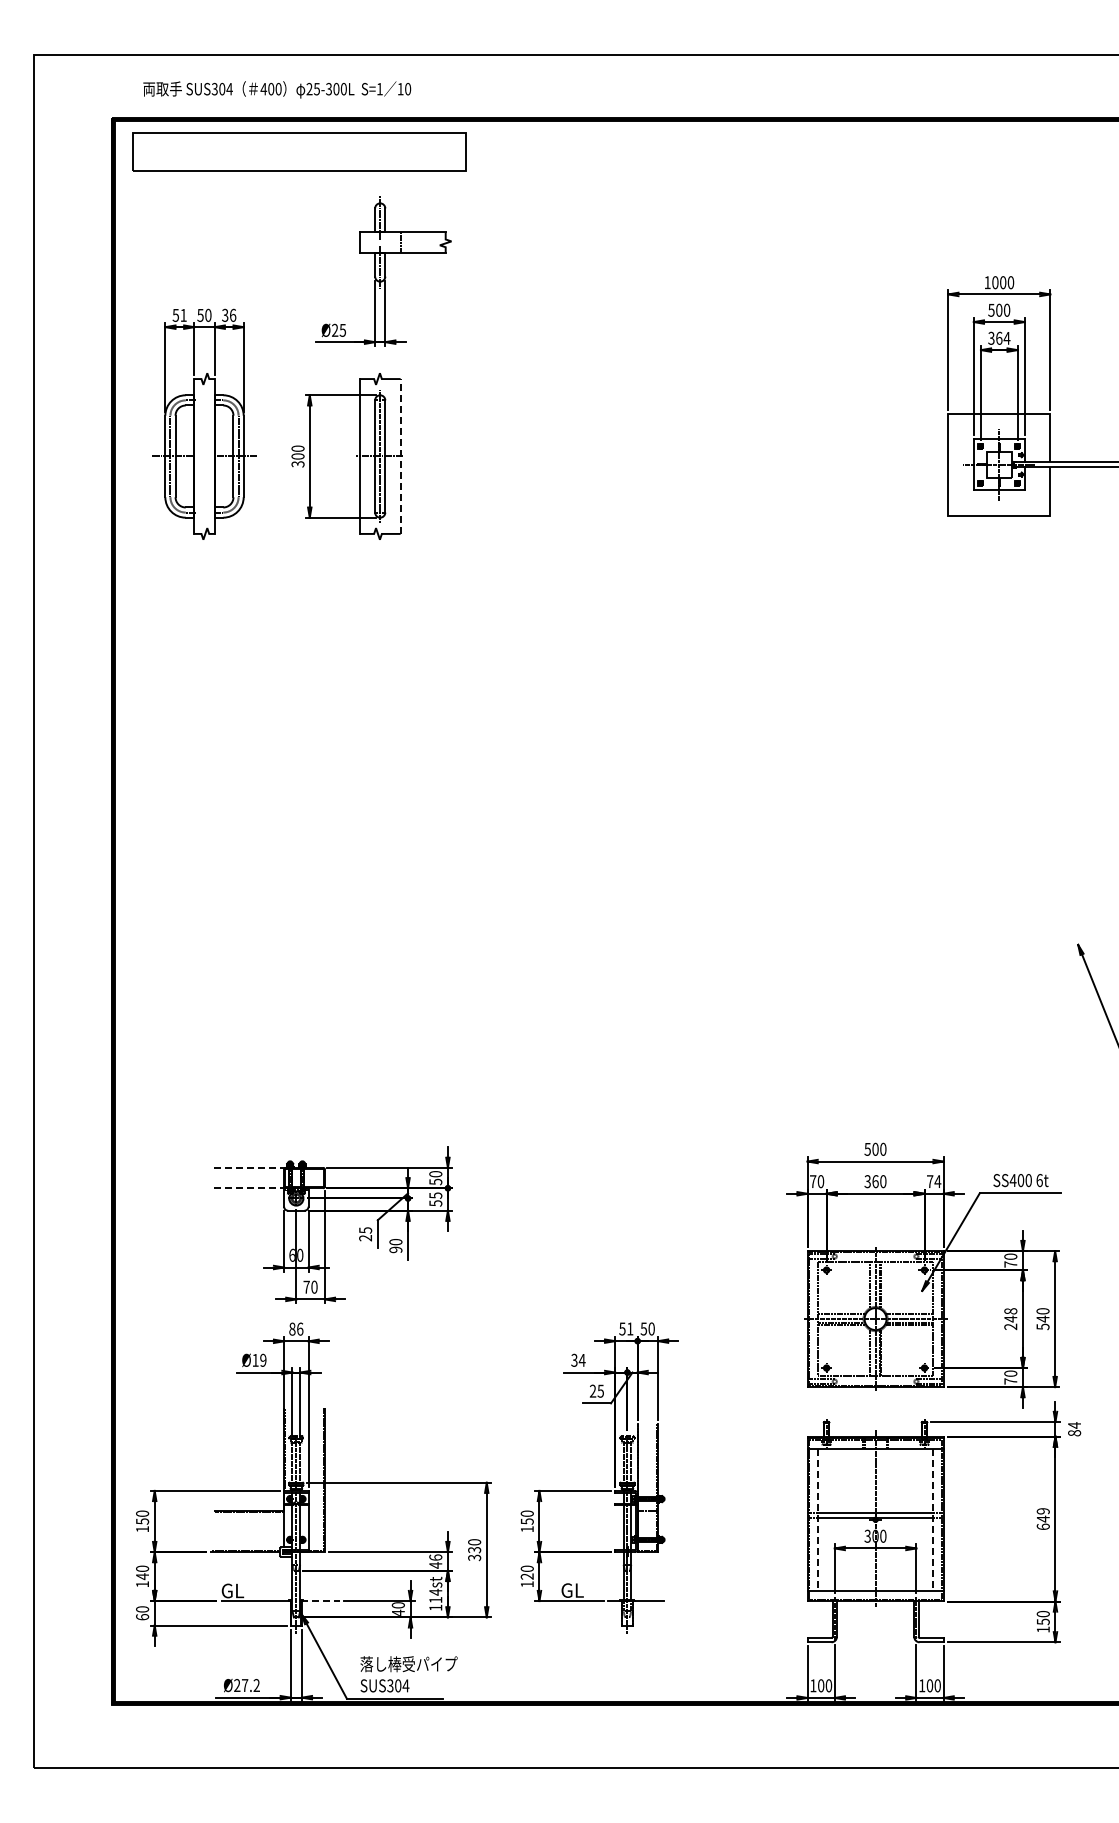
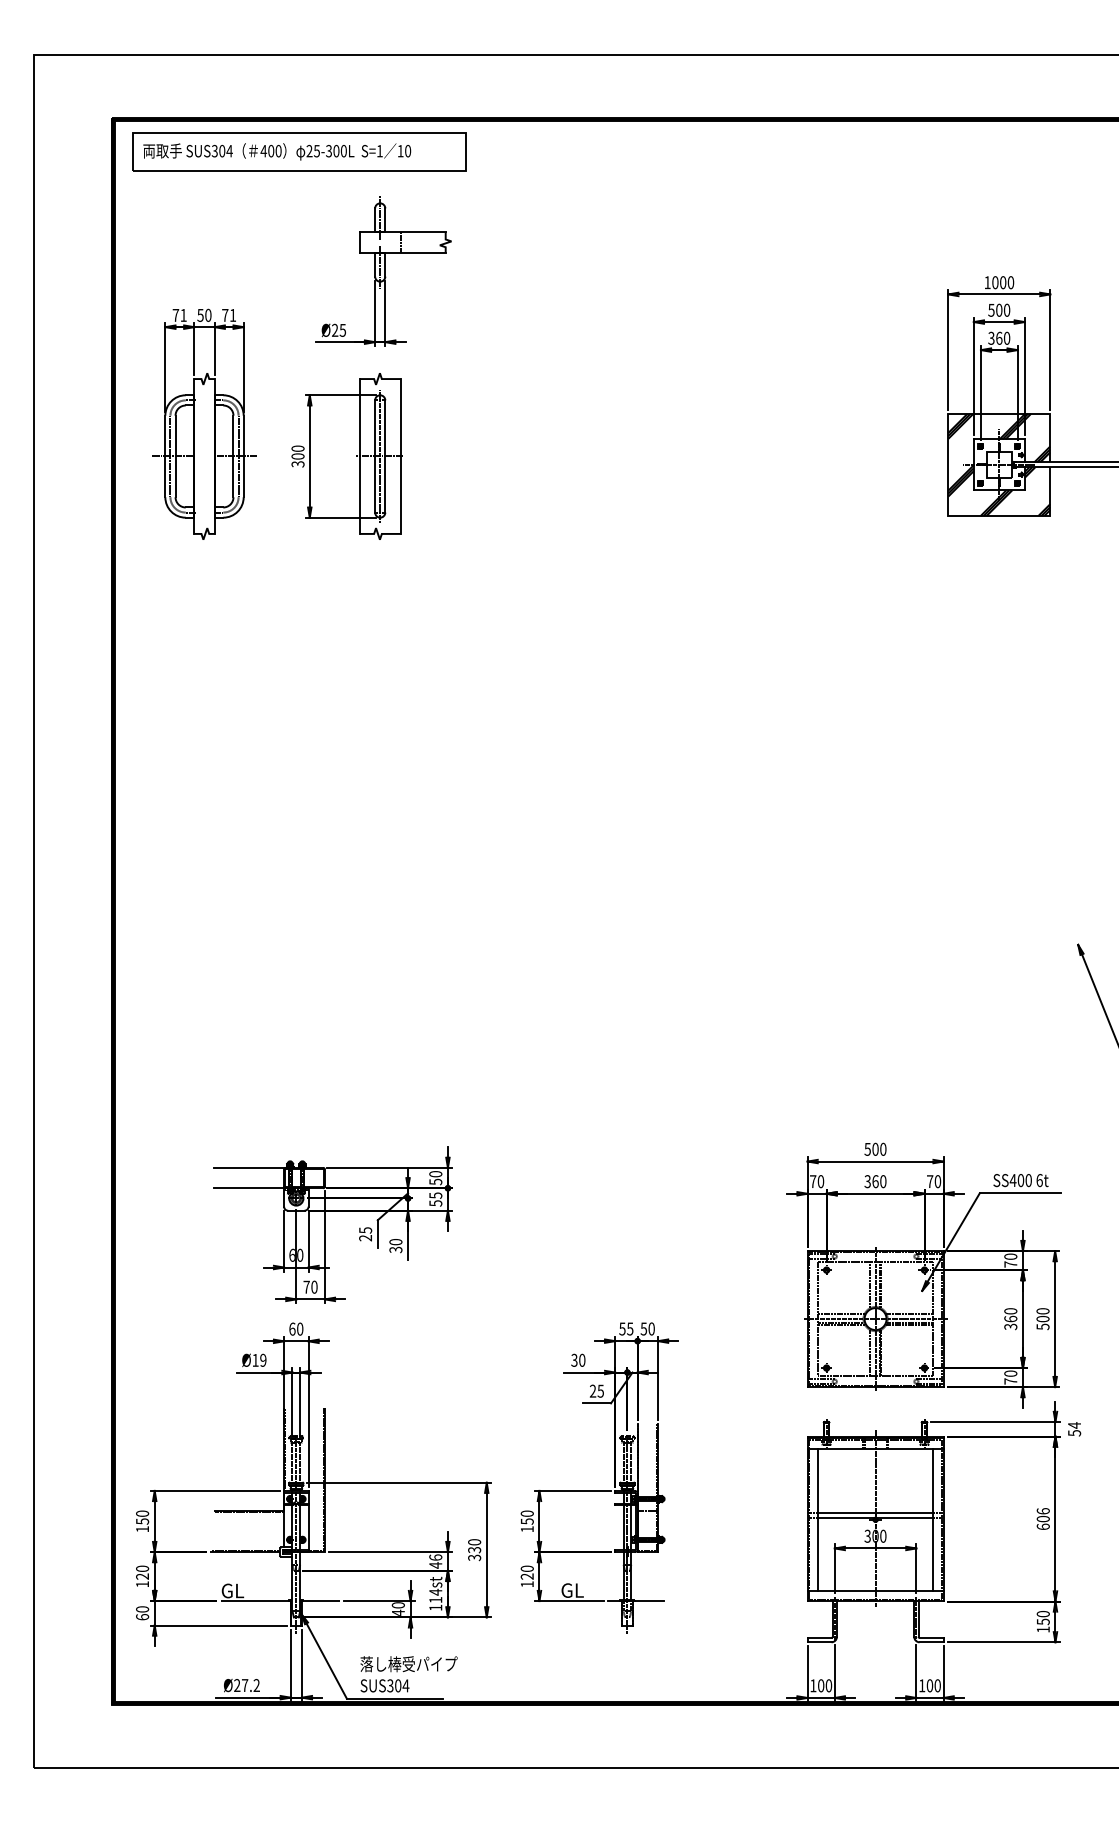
text at (277, 89) position: (277, 89) -> (277, 151)
text at (229, 314): 36 -> 71
text at (175, 315): 51 -> 71
text at (1006, 337): 364 -> 360
line at (400, 456): dashed -> solid
hatch at (999, 464): none -> present
line at (250, 1167): dashed -> solid
text at (937, 1181): 74 -> 70
line at (249, 1188): dashed -> solid
text at (395, 1249): 90 -> 30
text at (1042, 1318): 540 -> 500
text at (1010, 1319): 248 -> 360
text at (296, 1328): 86 -> 60
text at (630, 1328): 51 -> 55
text at (581, 1359): 34 -> 30
text at (1074, 1433): 84 -> 54
text at (1042, 1515): 649 -> 606
line at (818, 1519): dashed -> solid
line at (932, 1519): dashed -> solid
text at (142, 1576): 140 -> 120
line at (321, 1601): dashed -> solid
